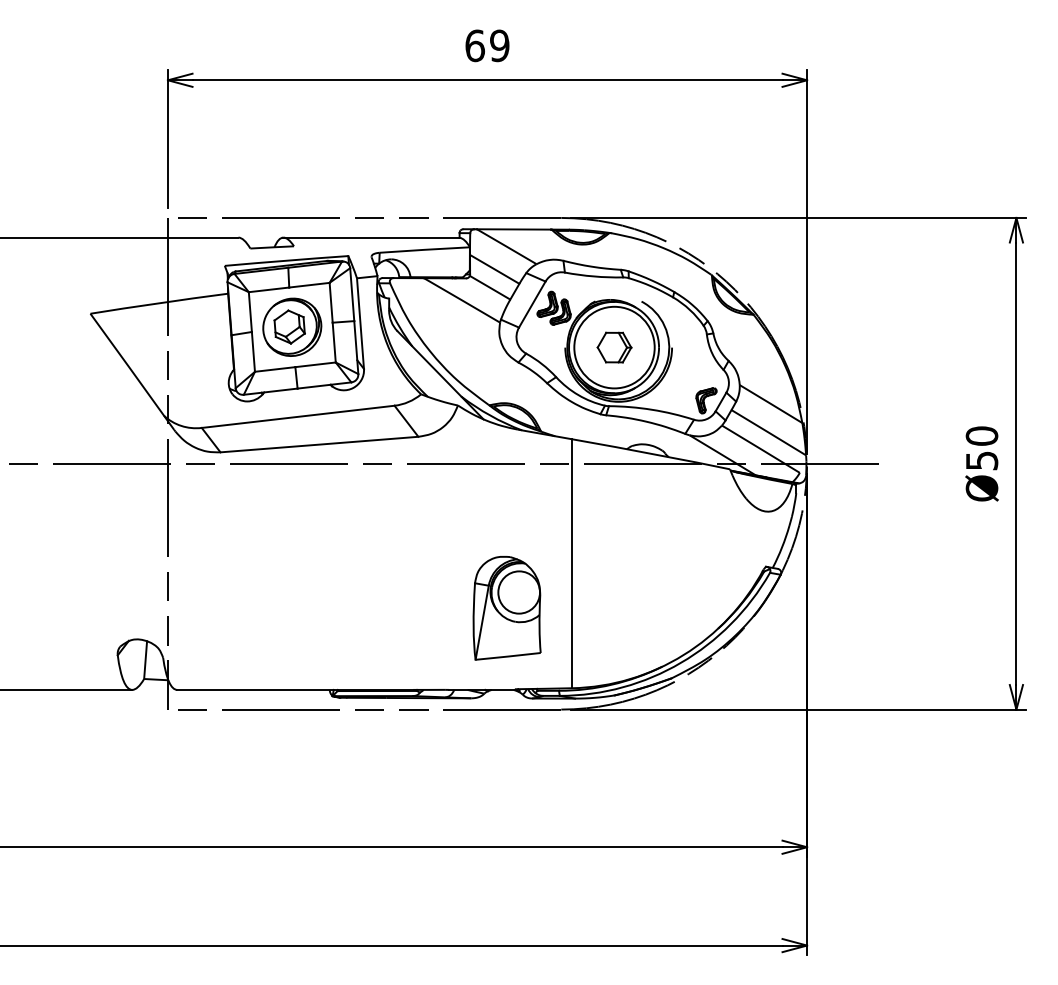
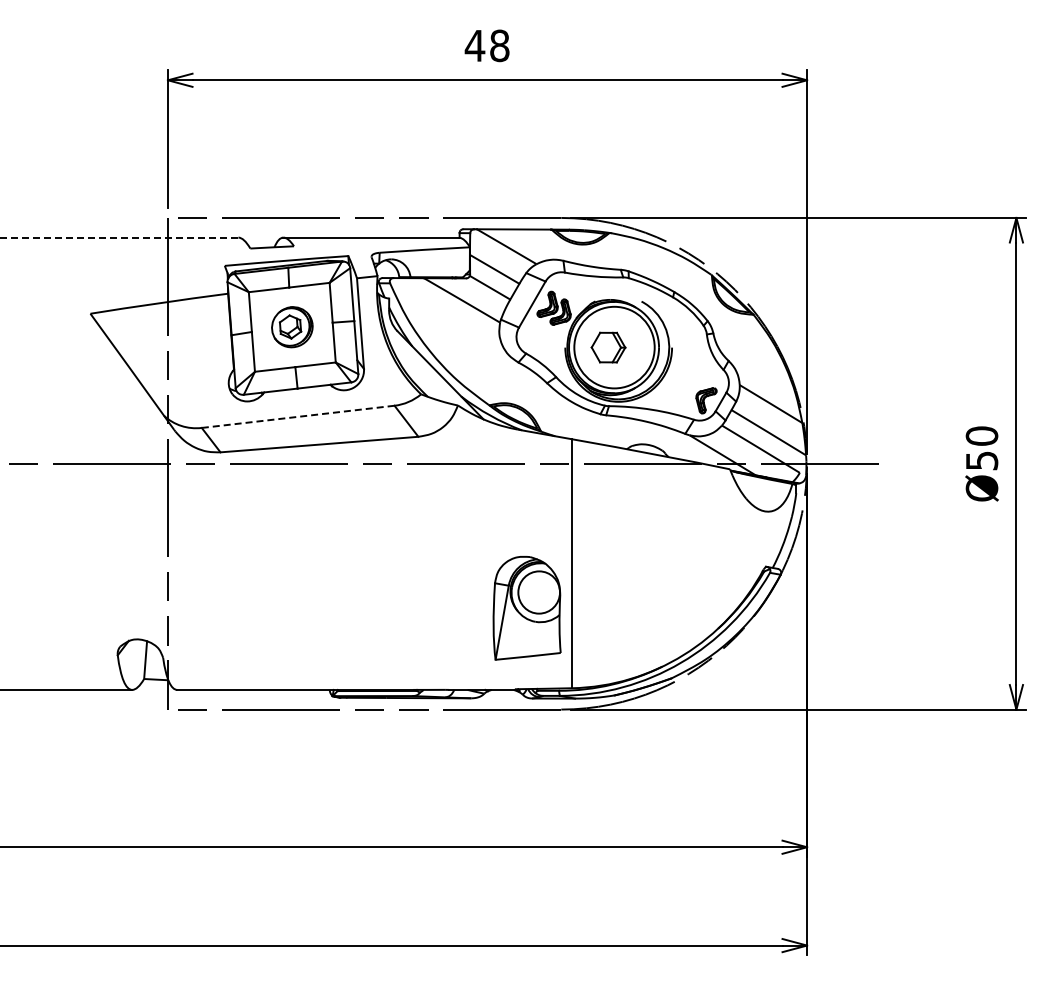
text at (486, 45): 69 -> 48
line at (119, 237): solid -> dashed
part at (292, 326) size: 61x60 px -> 43x43 px
part at (614, 347) position: (614, 347) -> (608, 347)
line at (297, 416): solid -> dashed
part at (506, 608) position: (506, 608) -> (526, 608)
